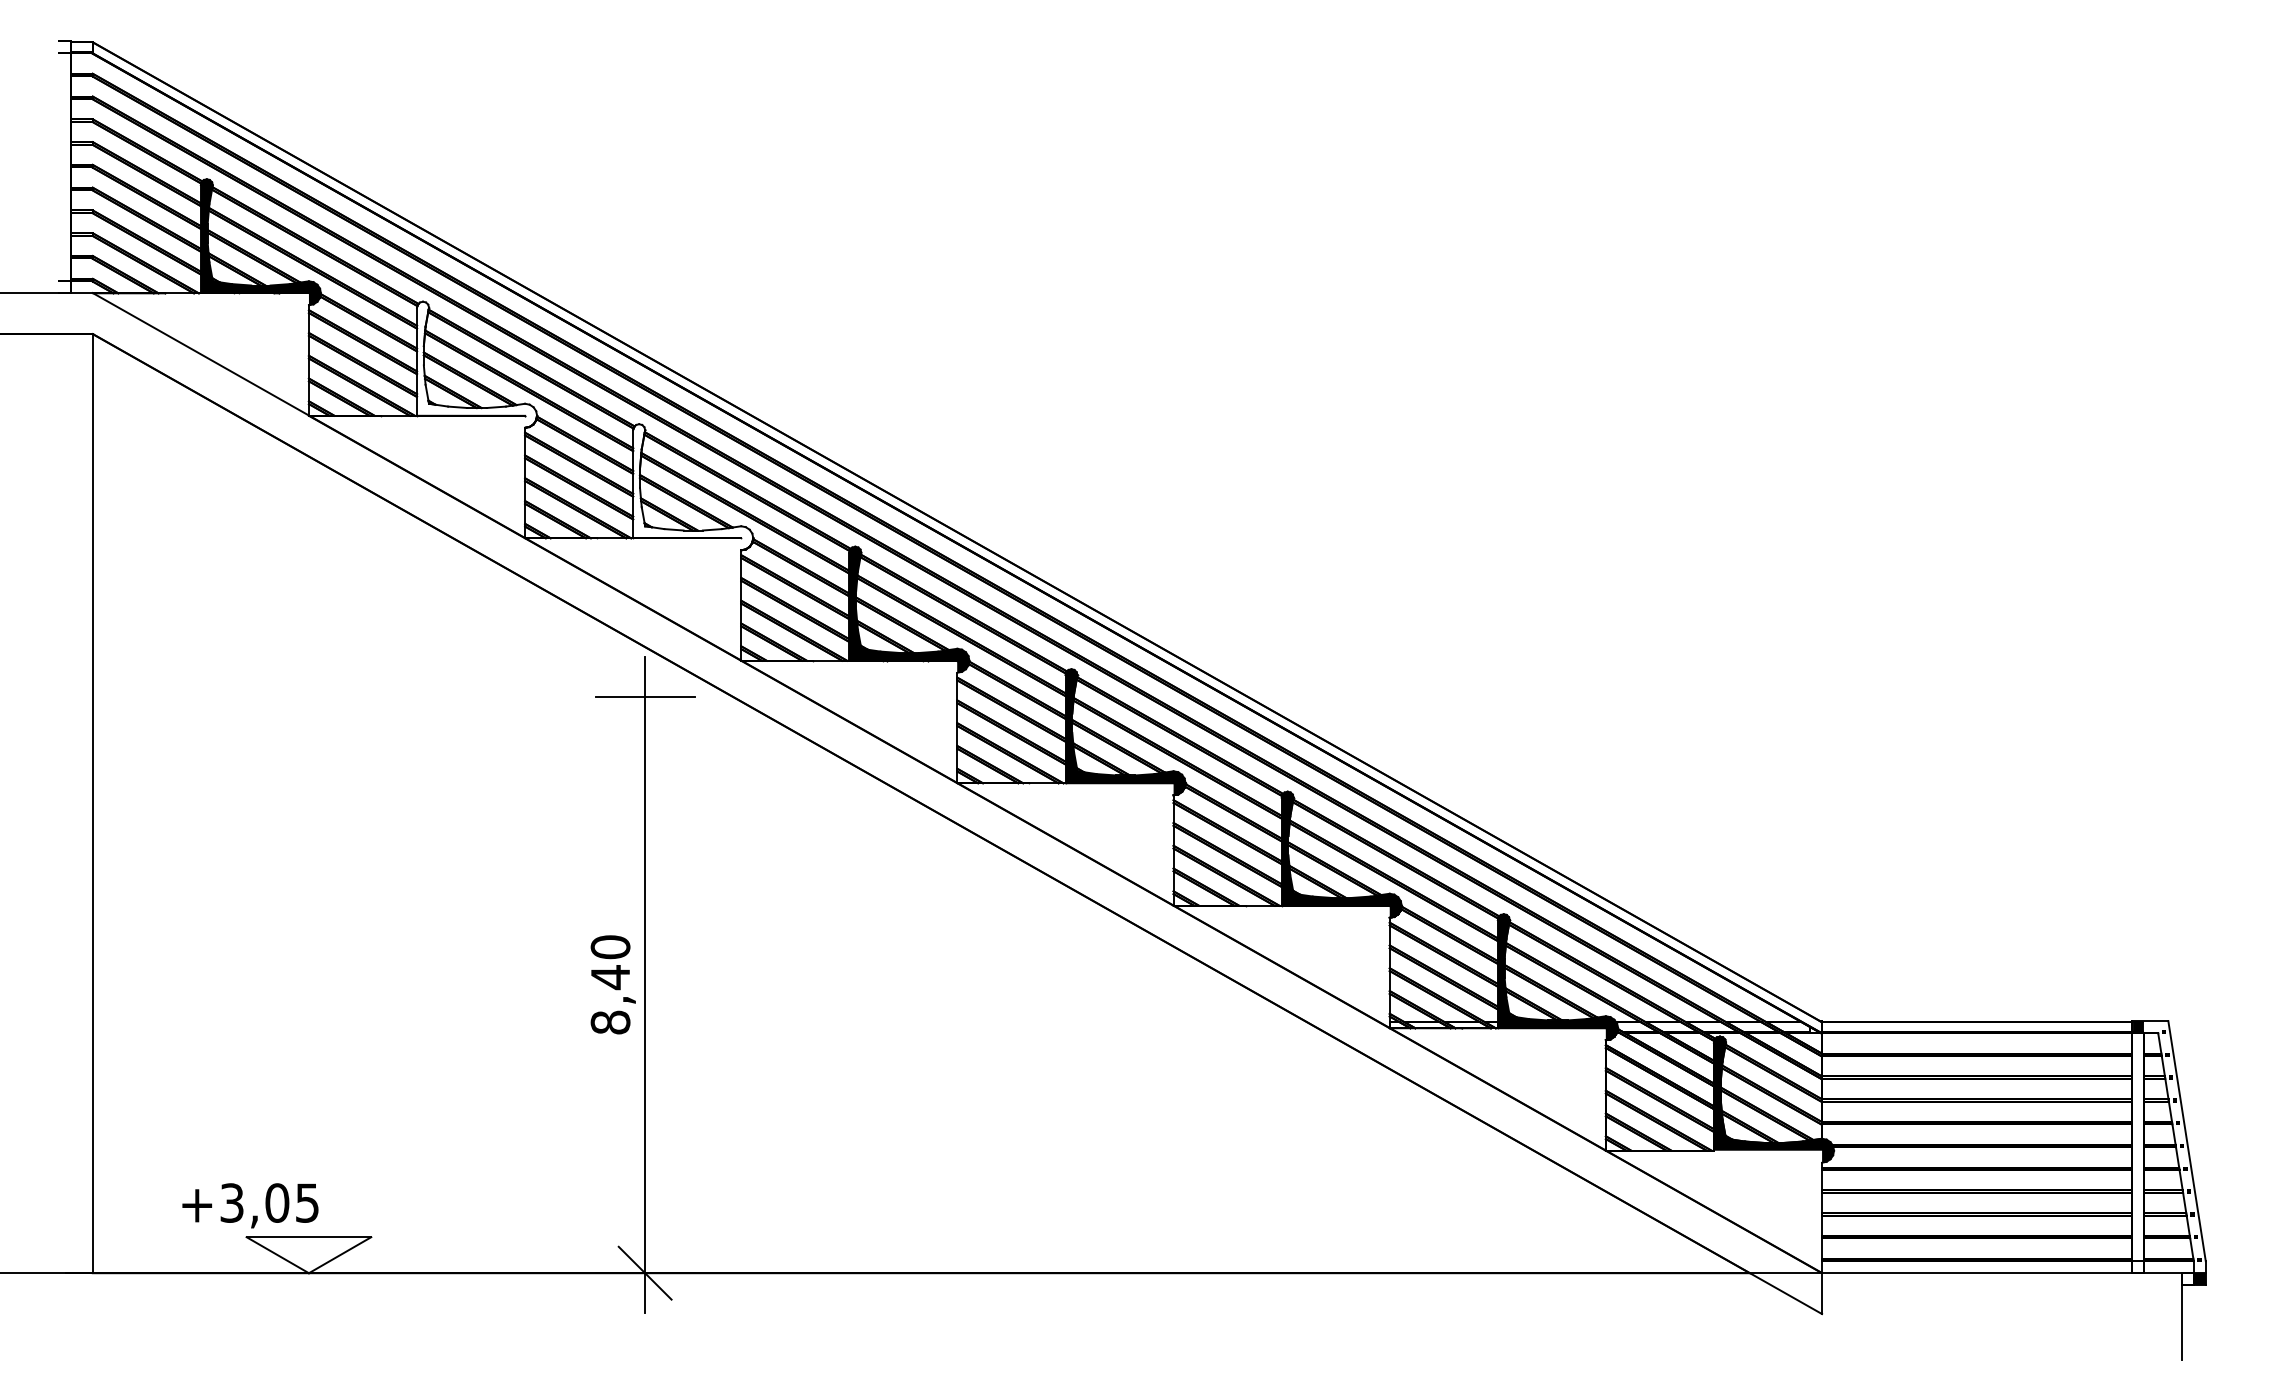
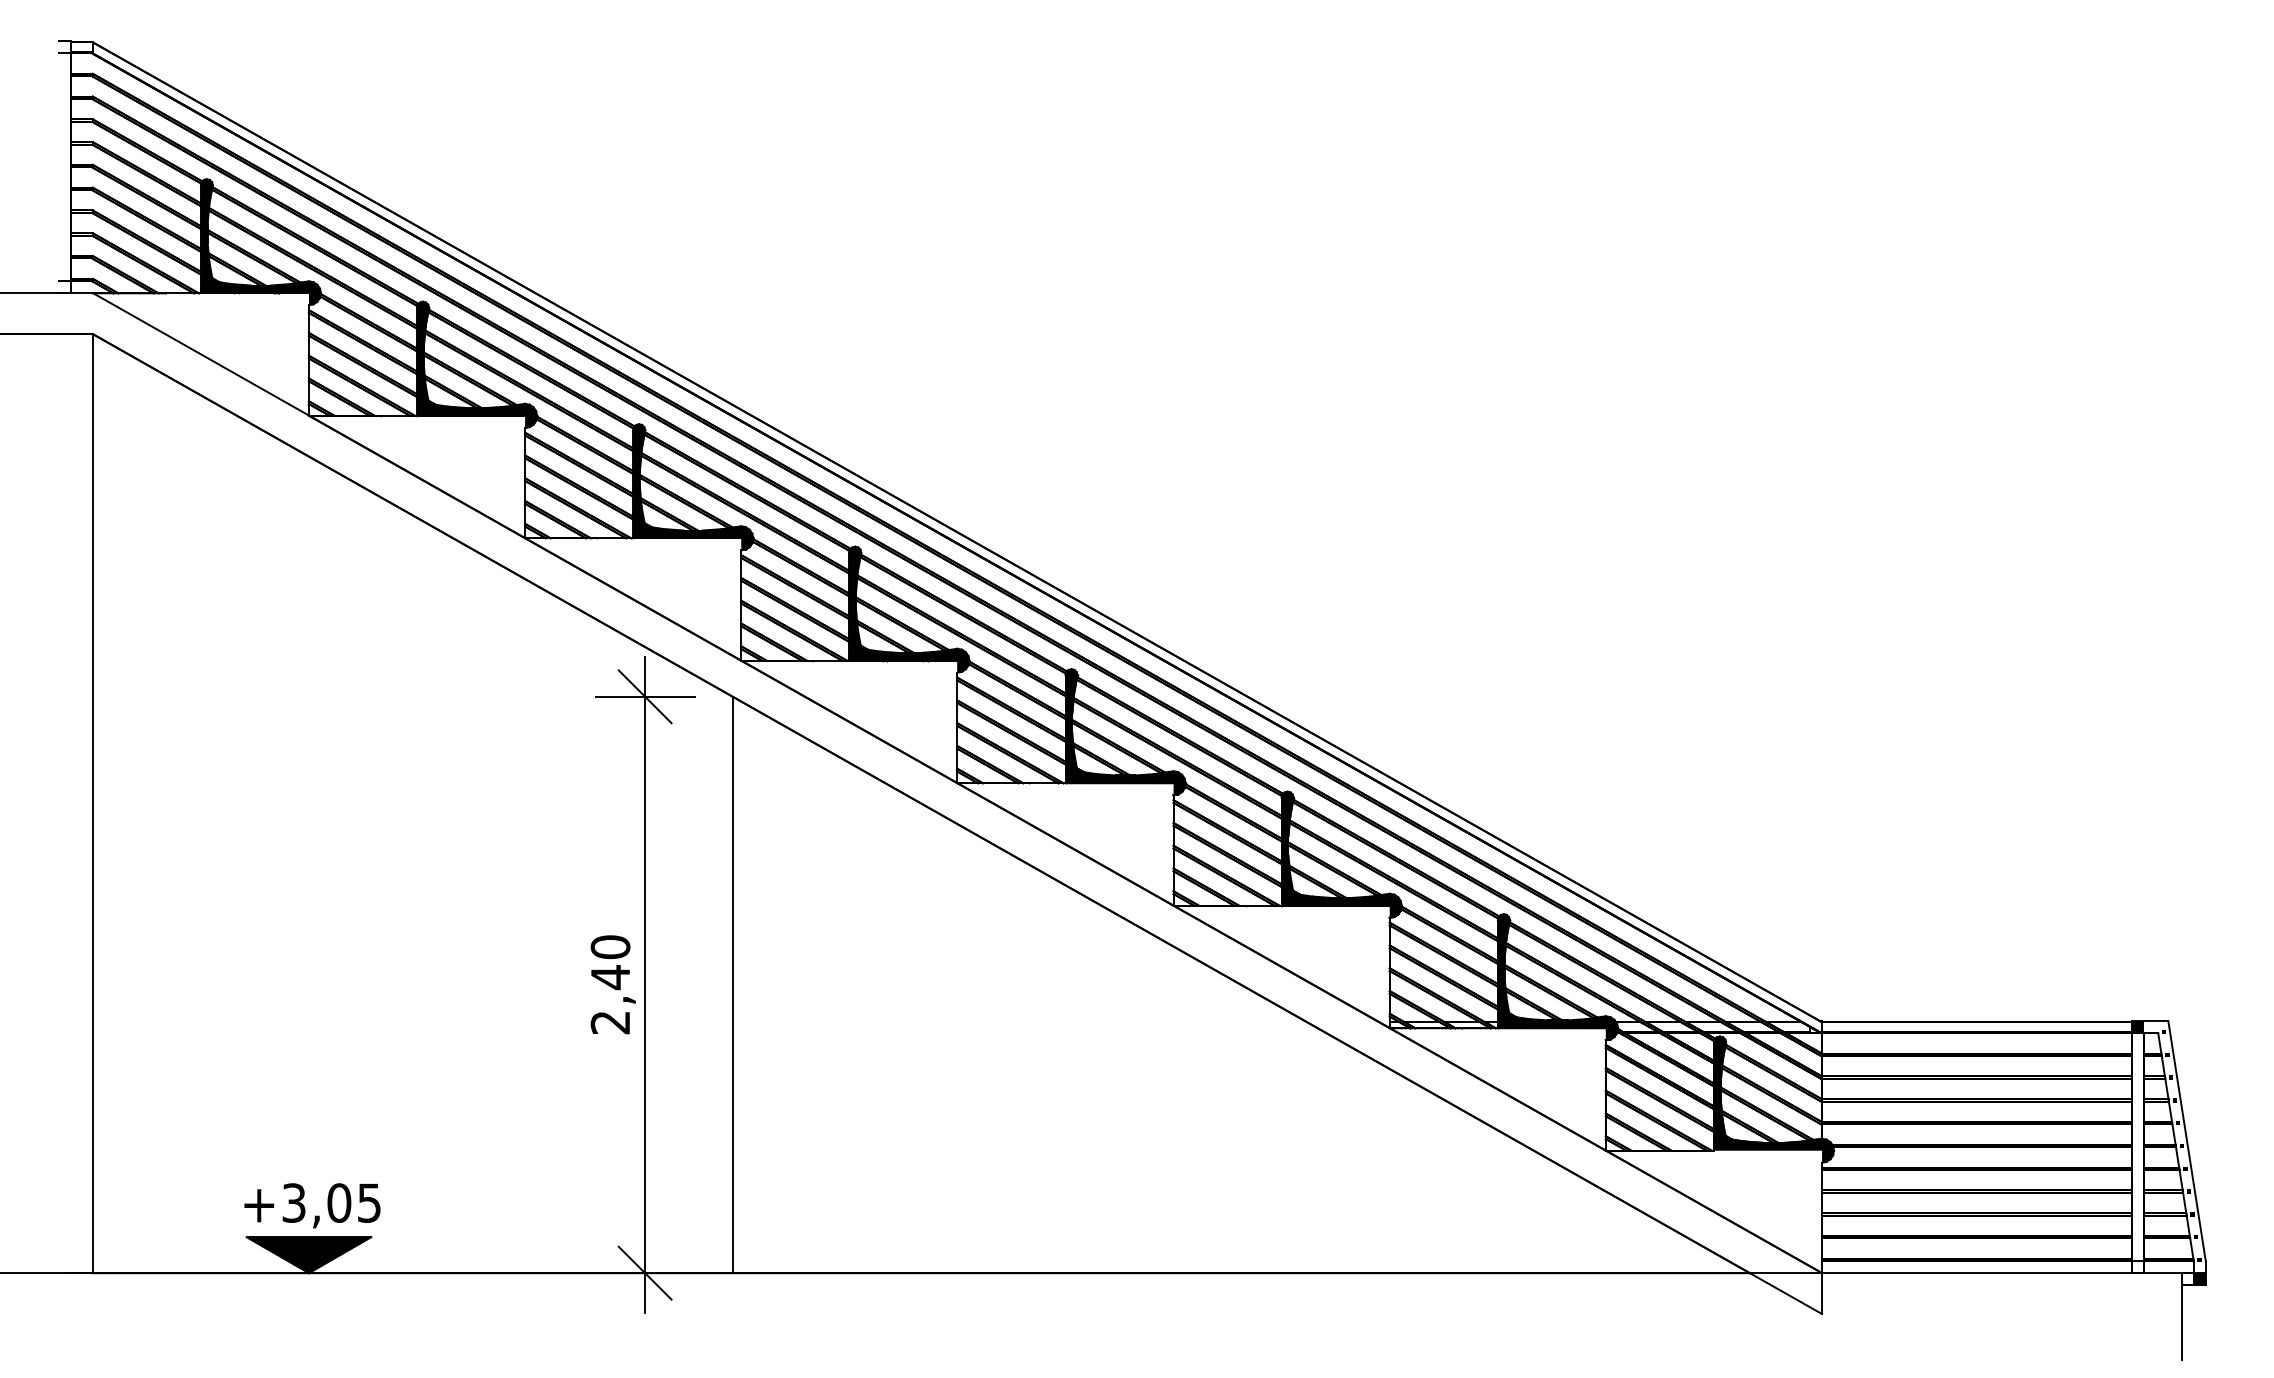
fill at (477, 364): none -> present
fill at (693, 487): none -> present
line at (644, 696): none -> present
line at (732, 984): none -> present
text at (610, 1022): 8,40 -> 2,40
text at (250, 1205) position: (250, 1205) -> (312, 1205)
fill at (308, 1255): none -> present
